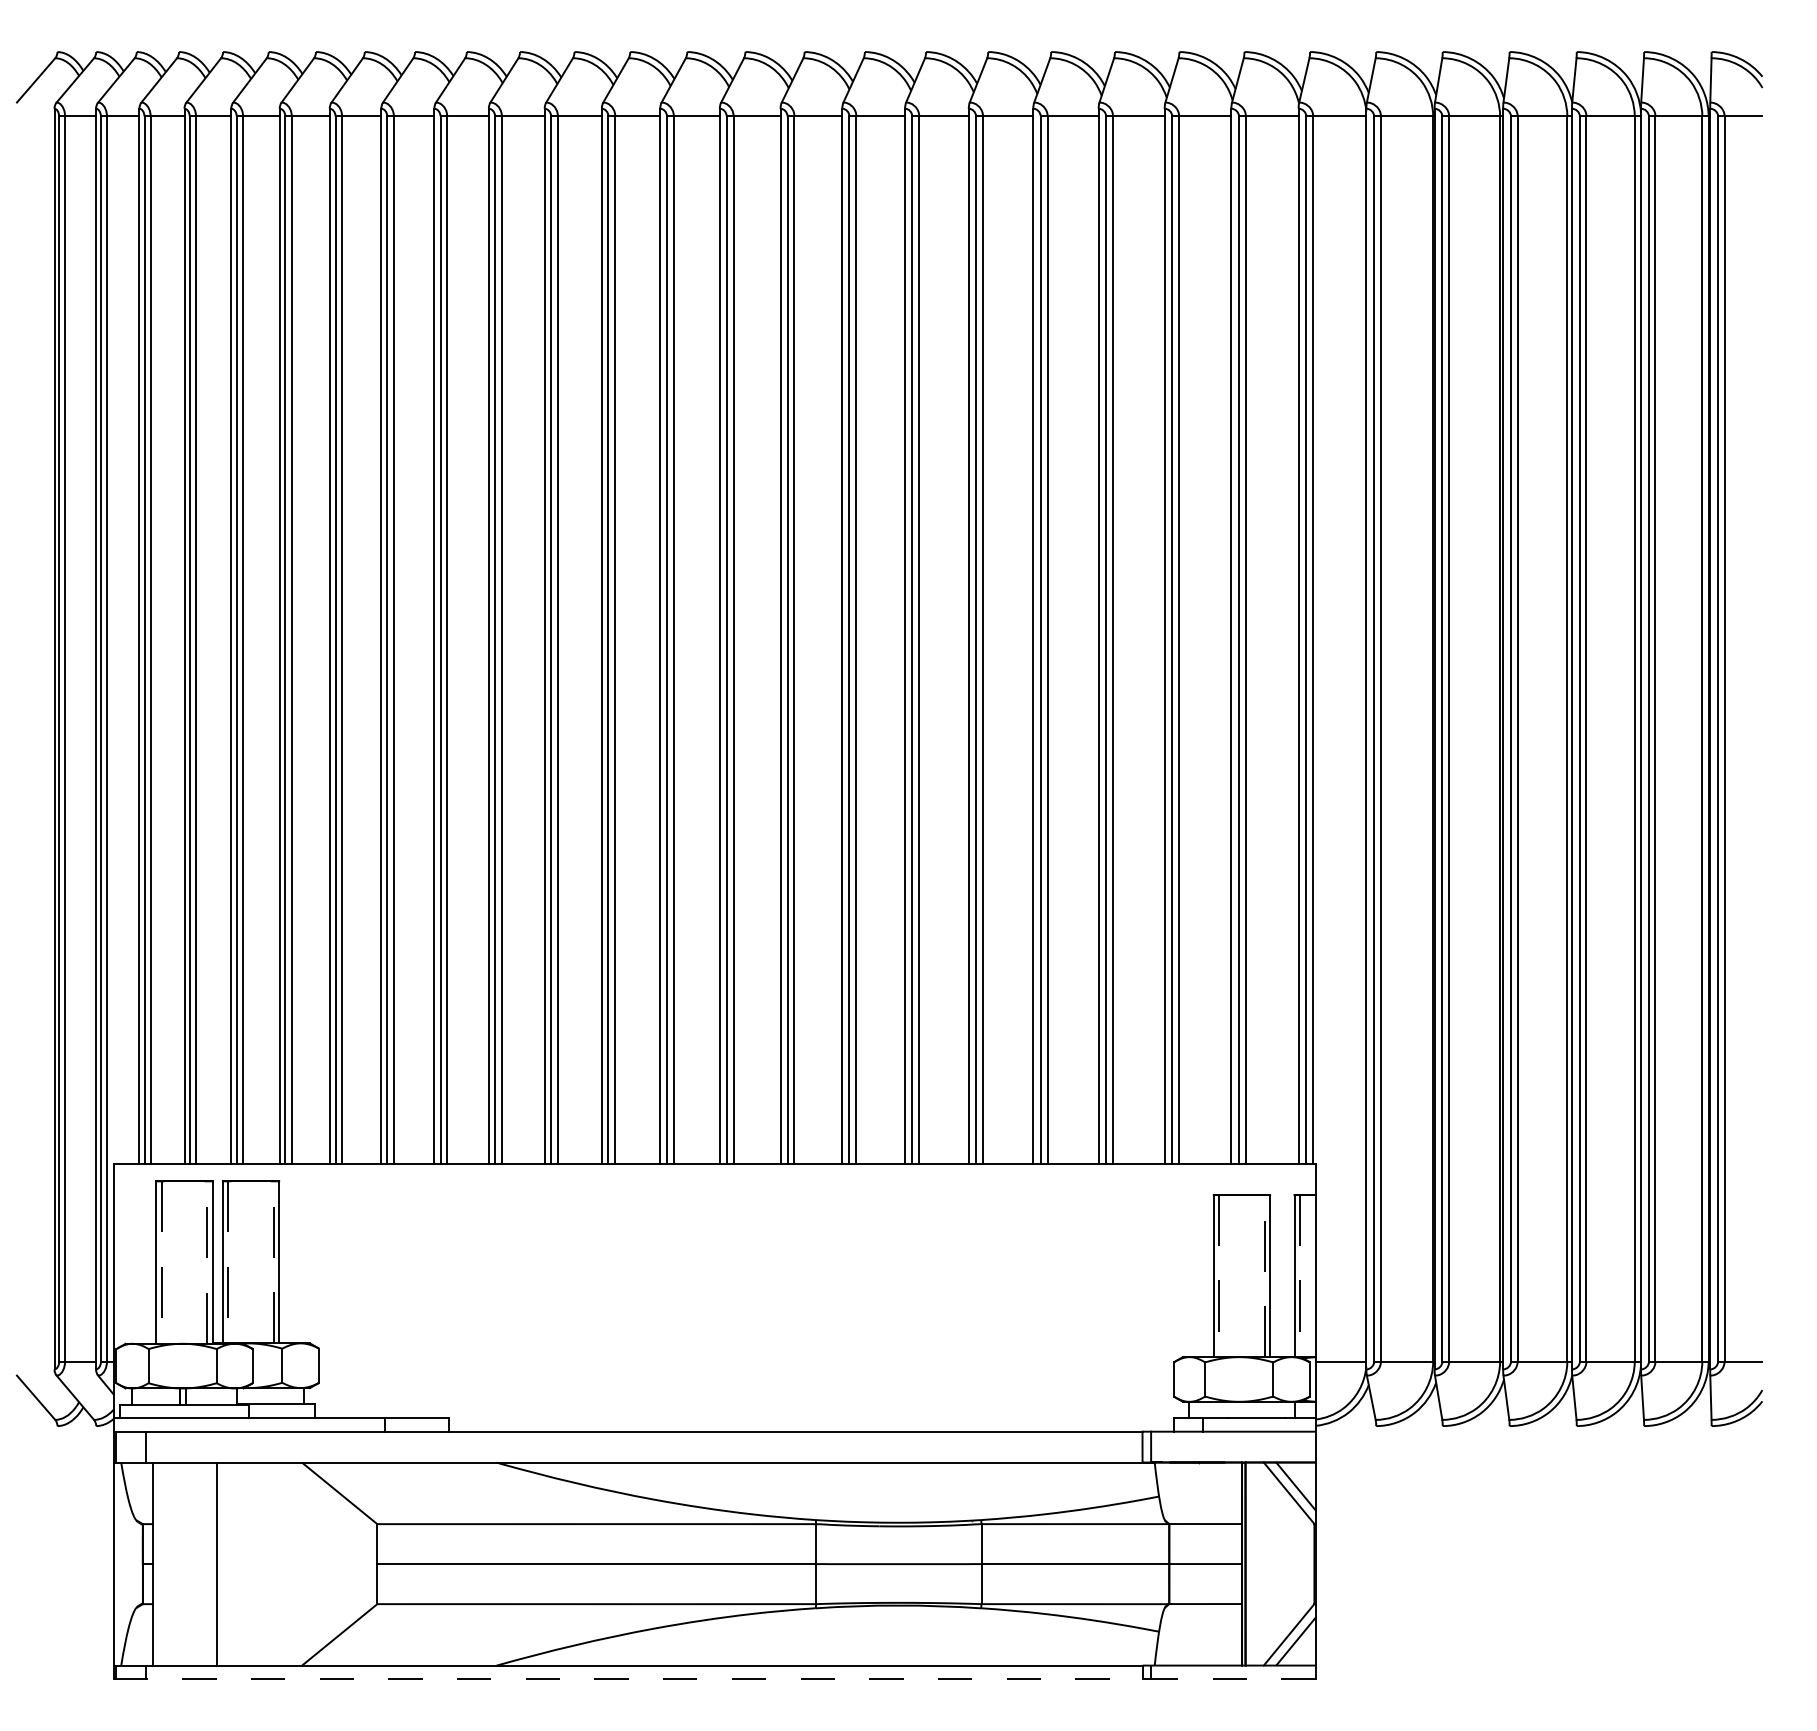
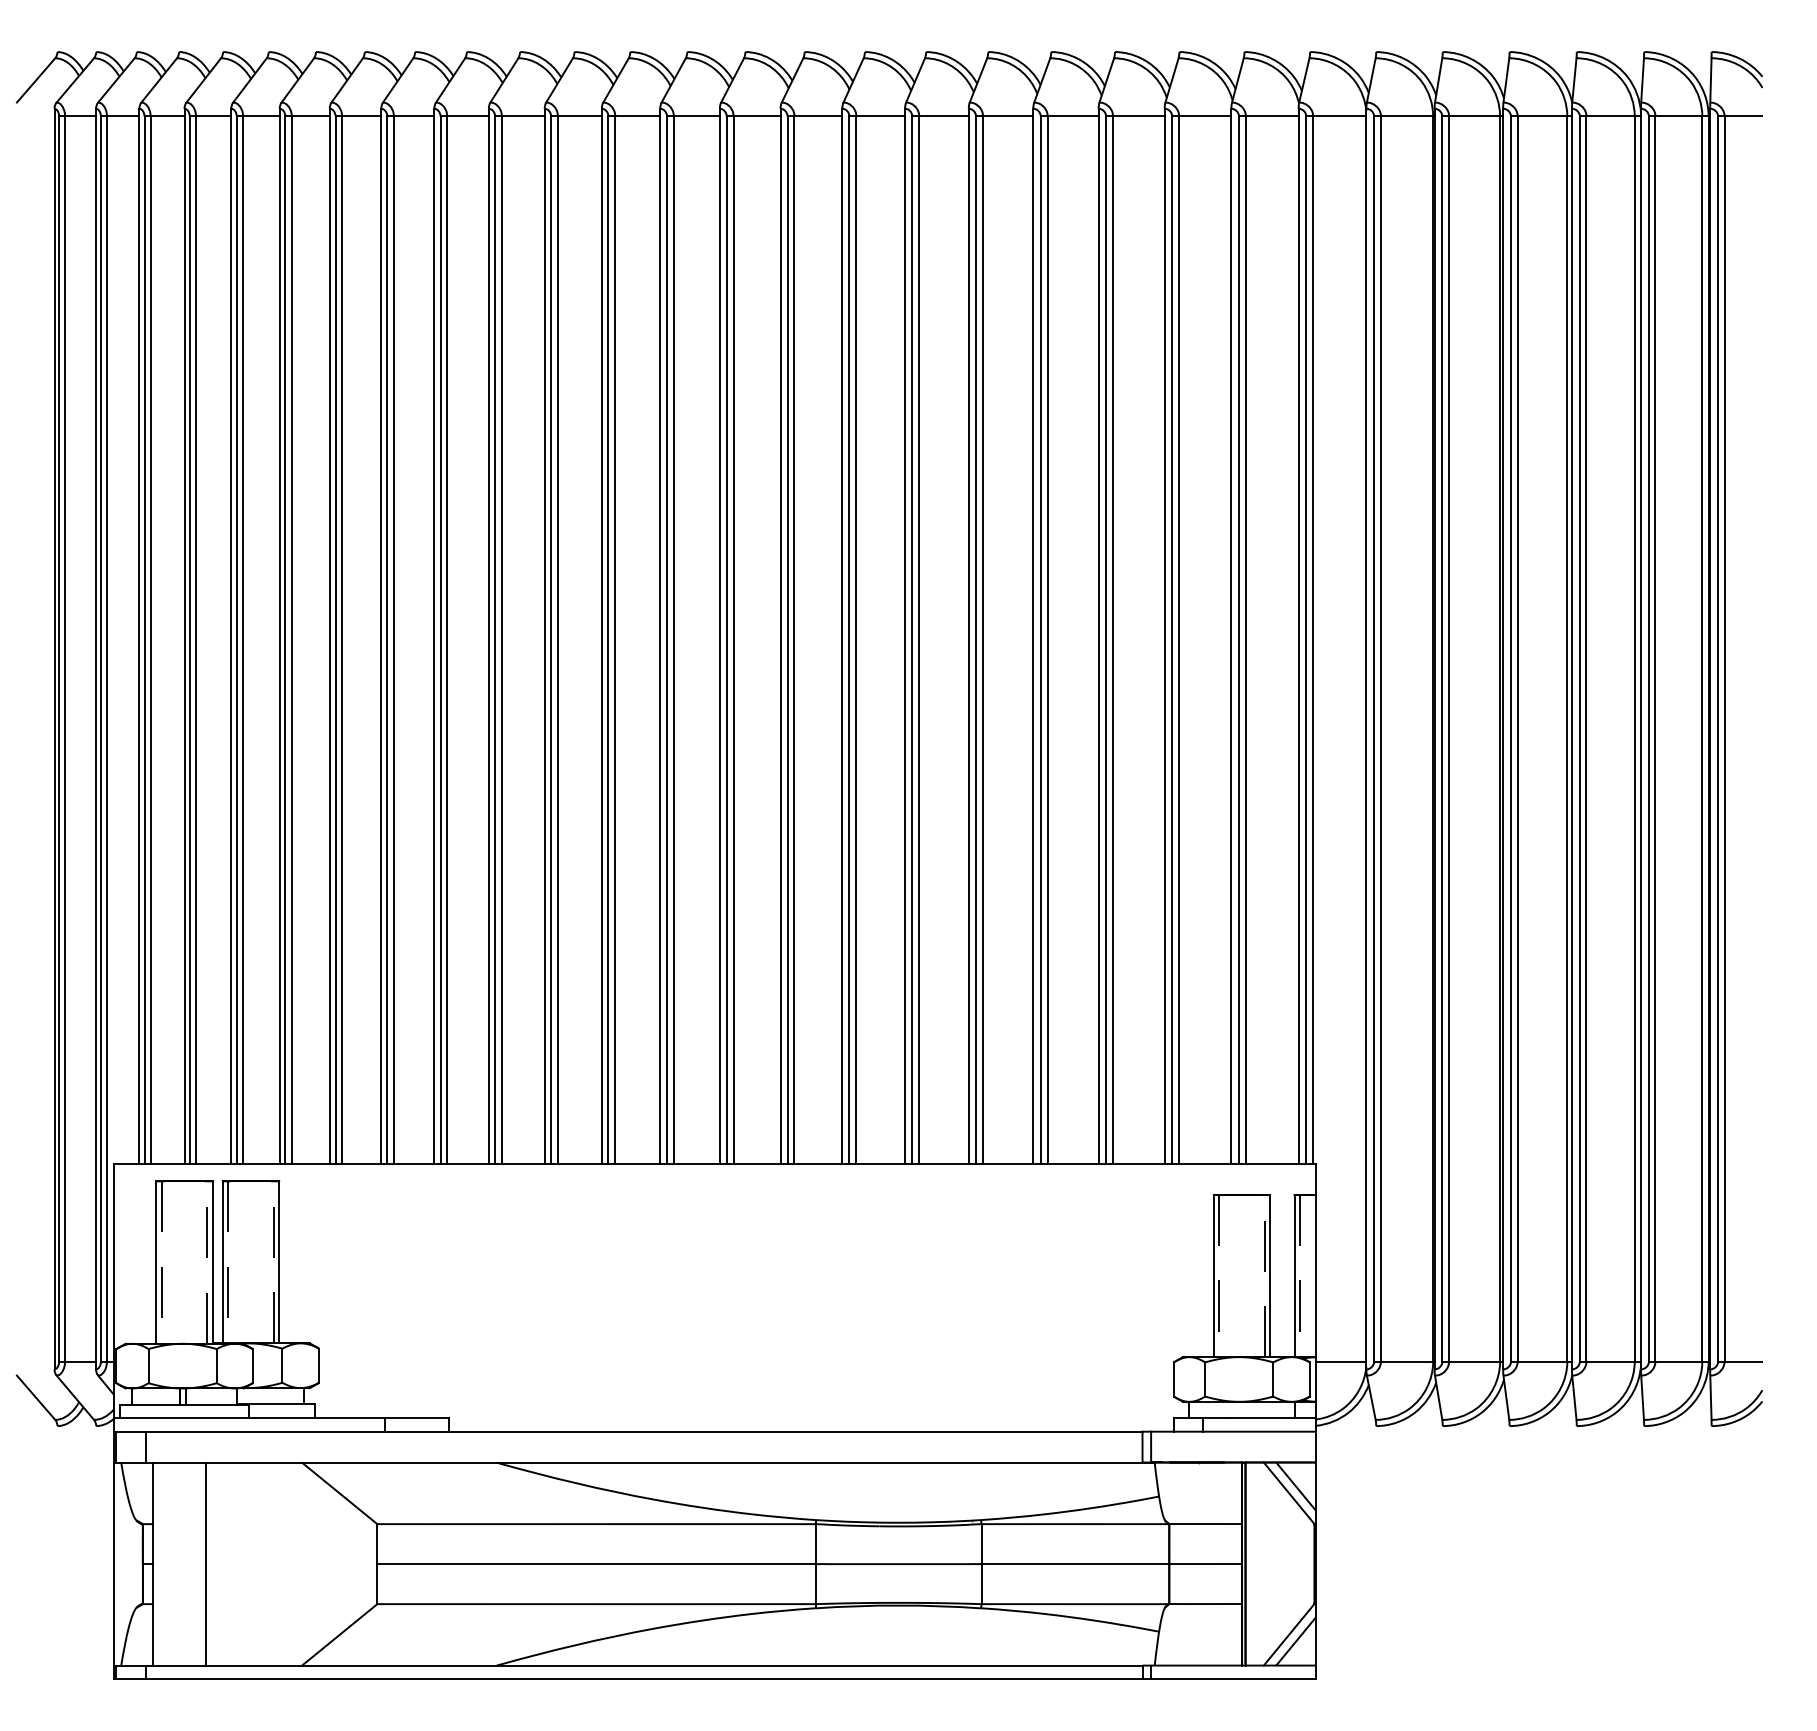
line at (216, 1563) position: (216, 1563) -> (205, 1563)
line at (715, 1678): dashed -> solid
